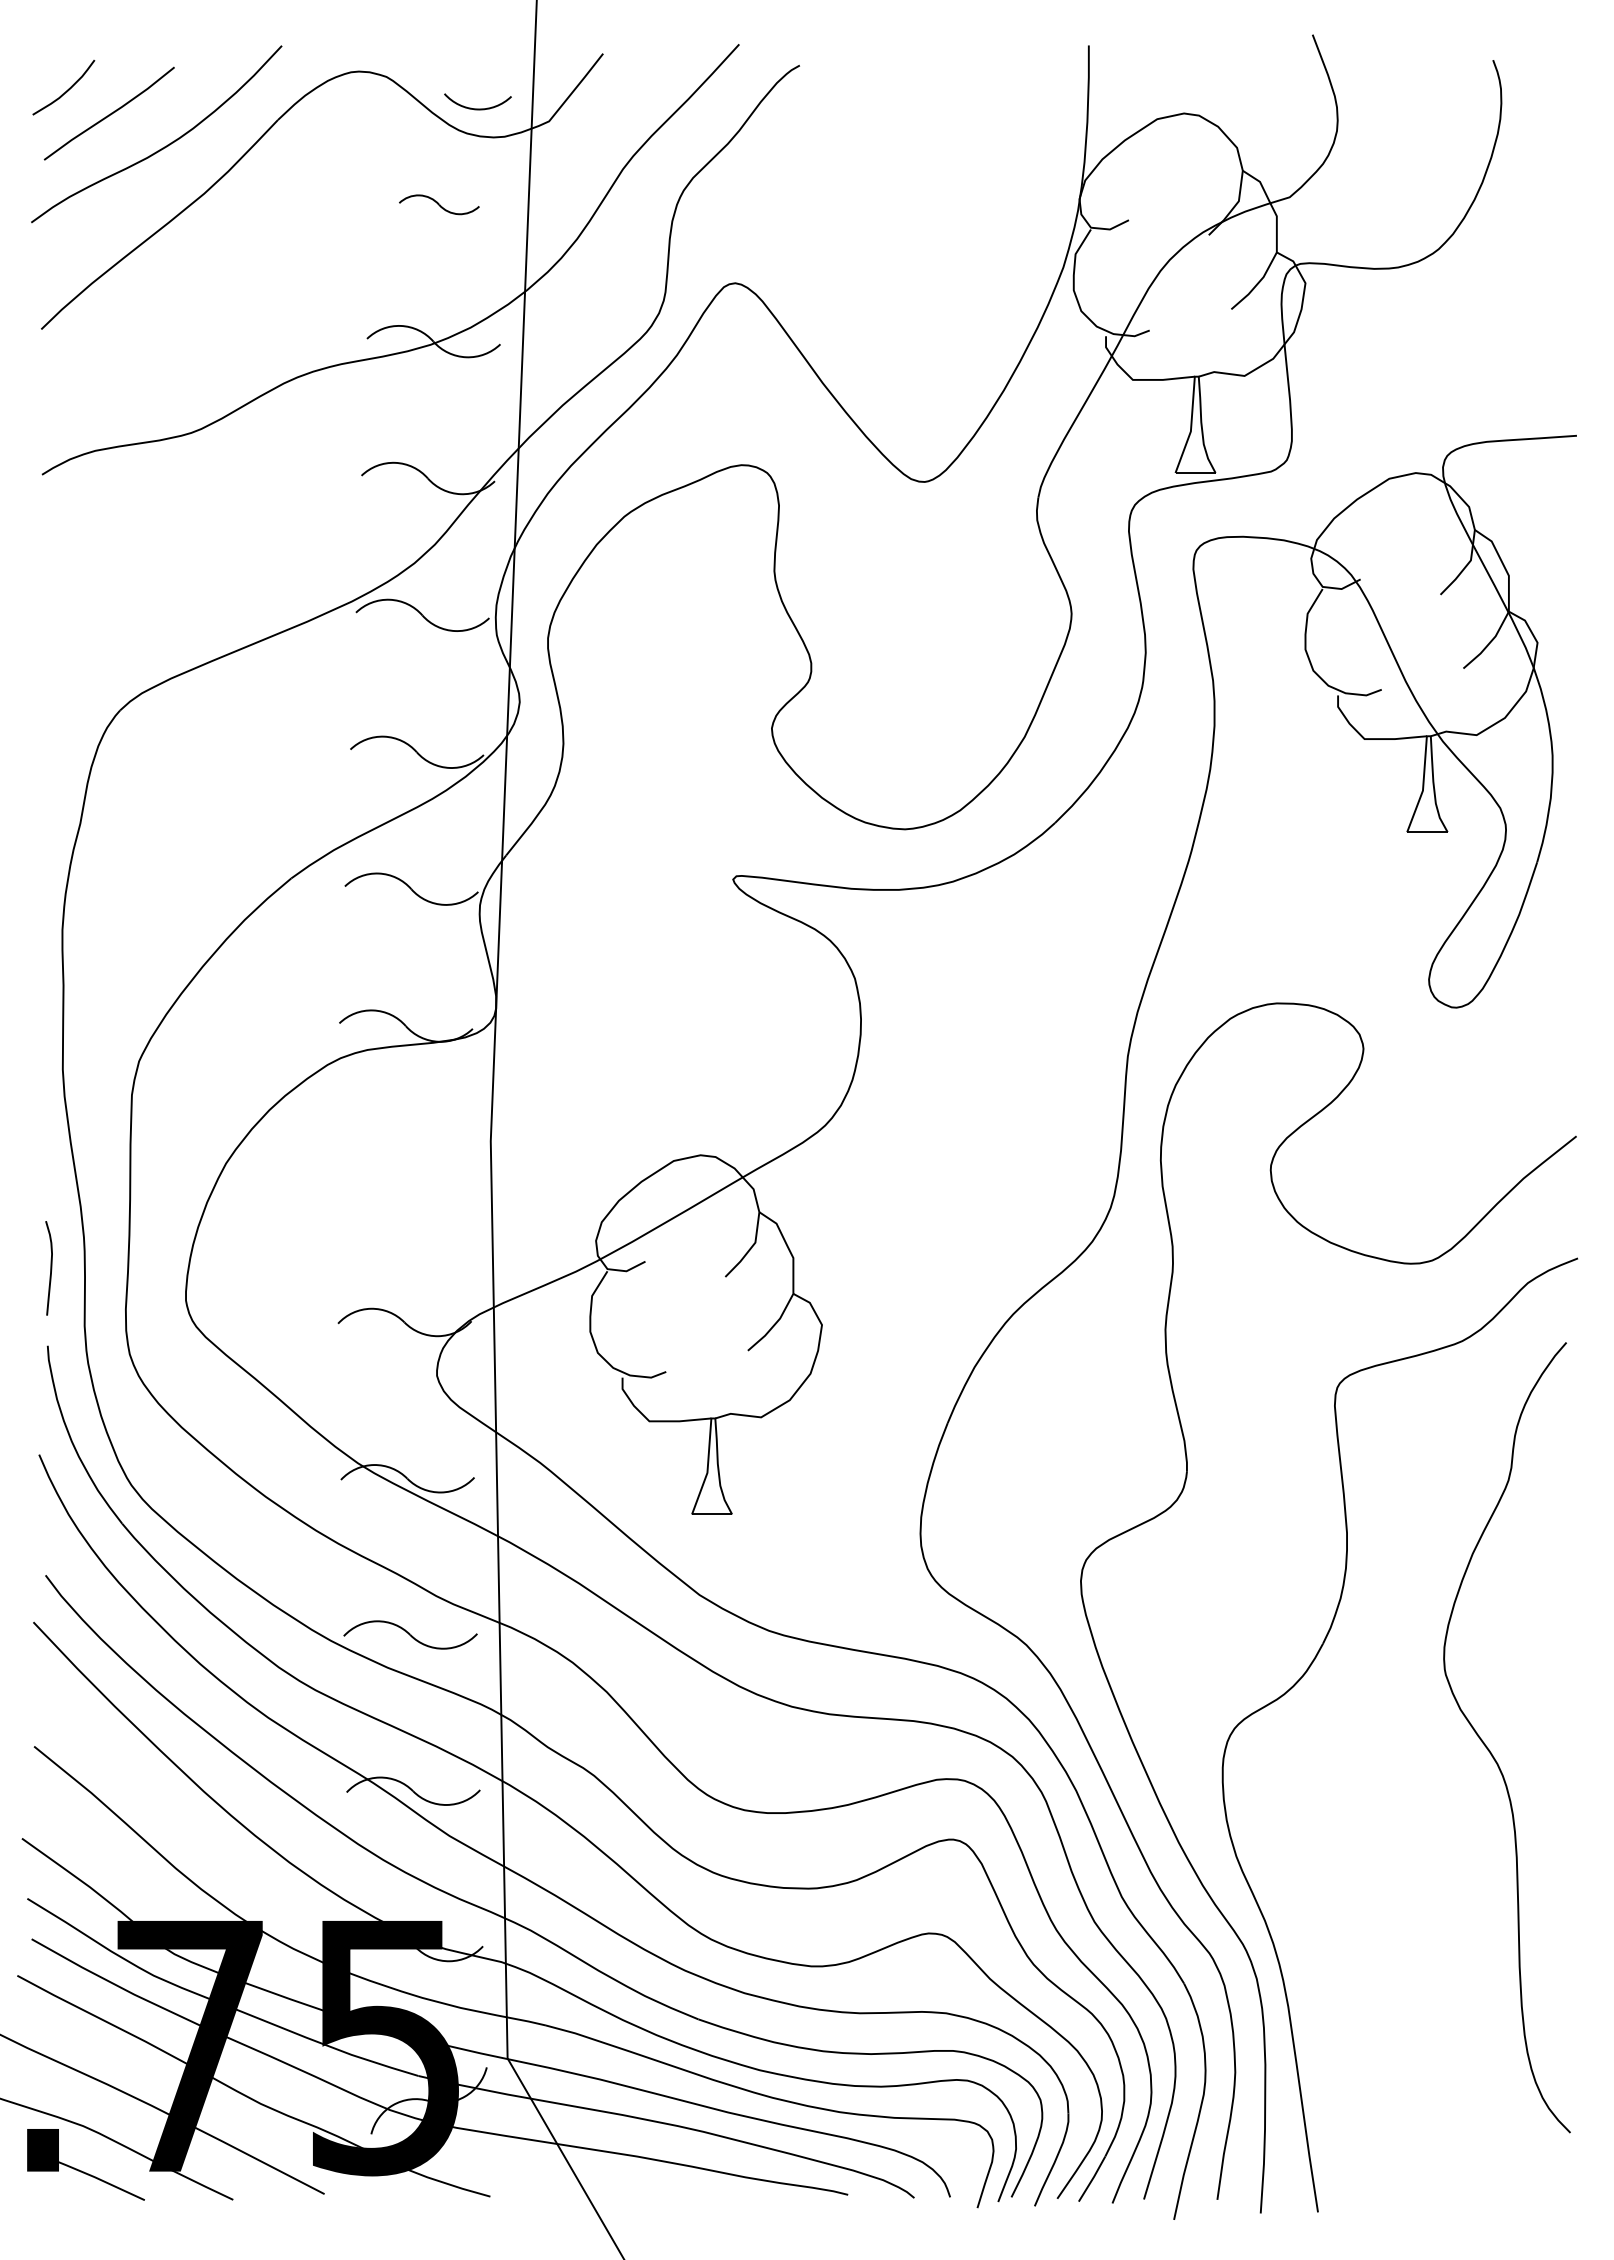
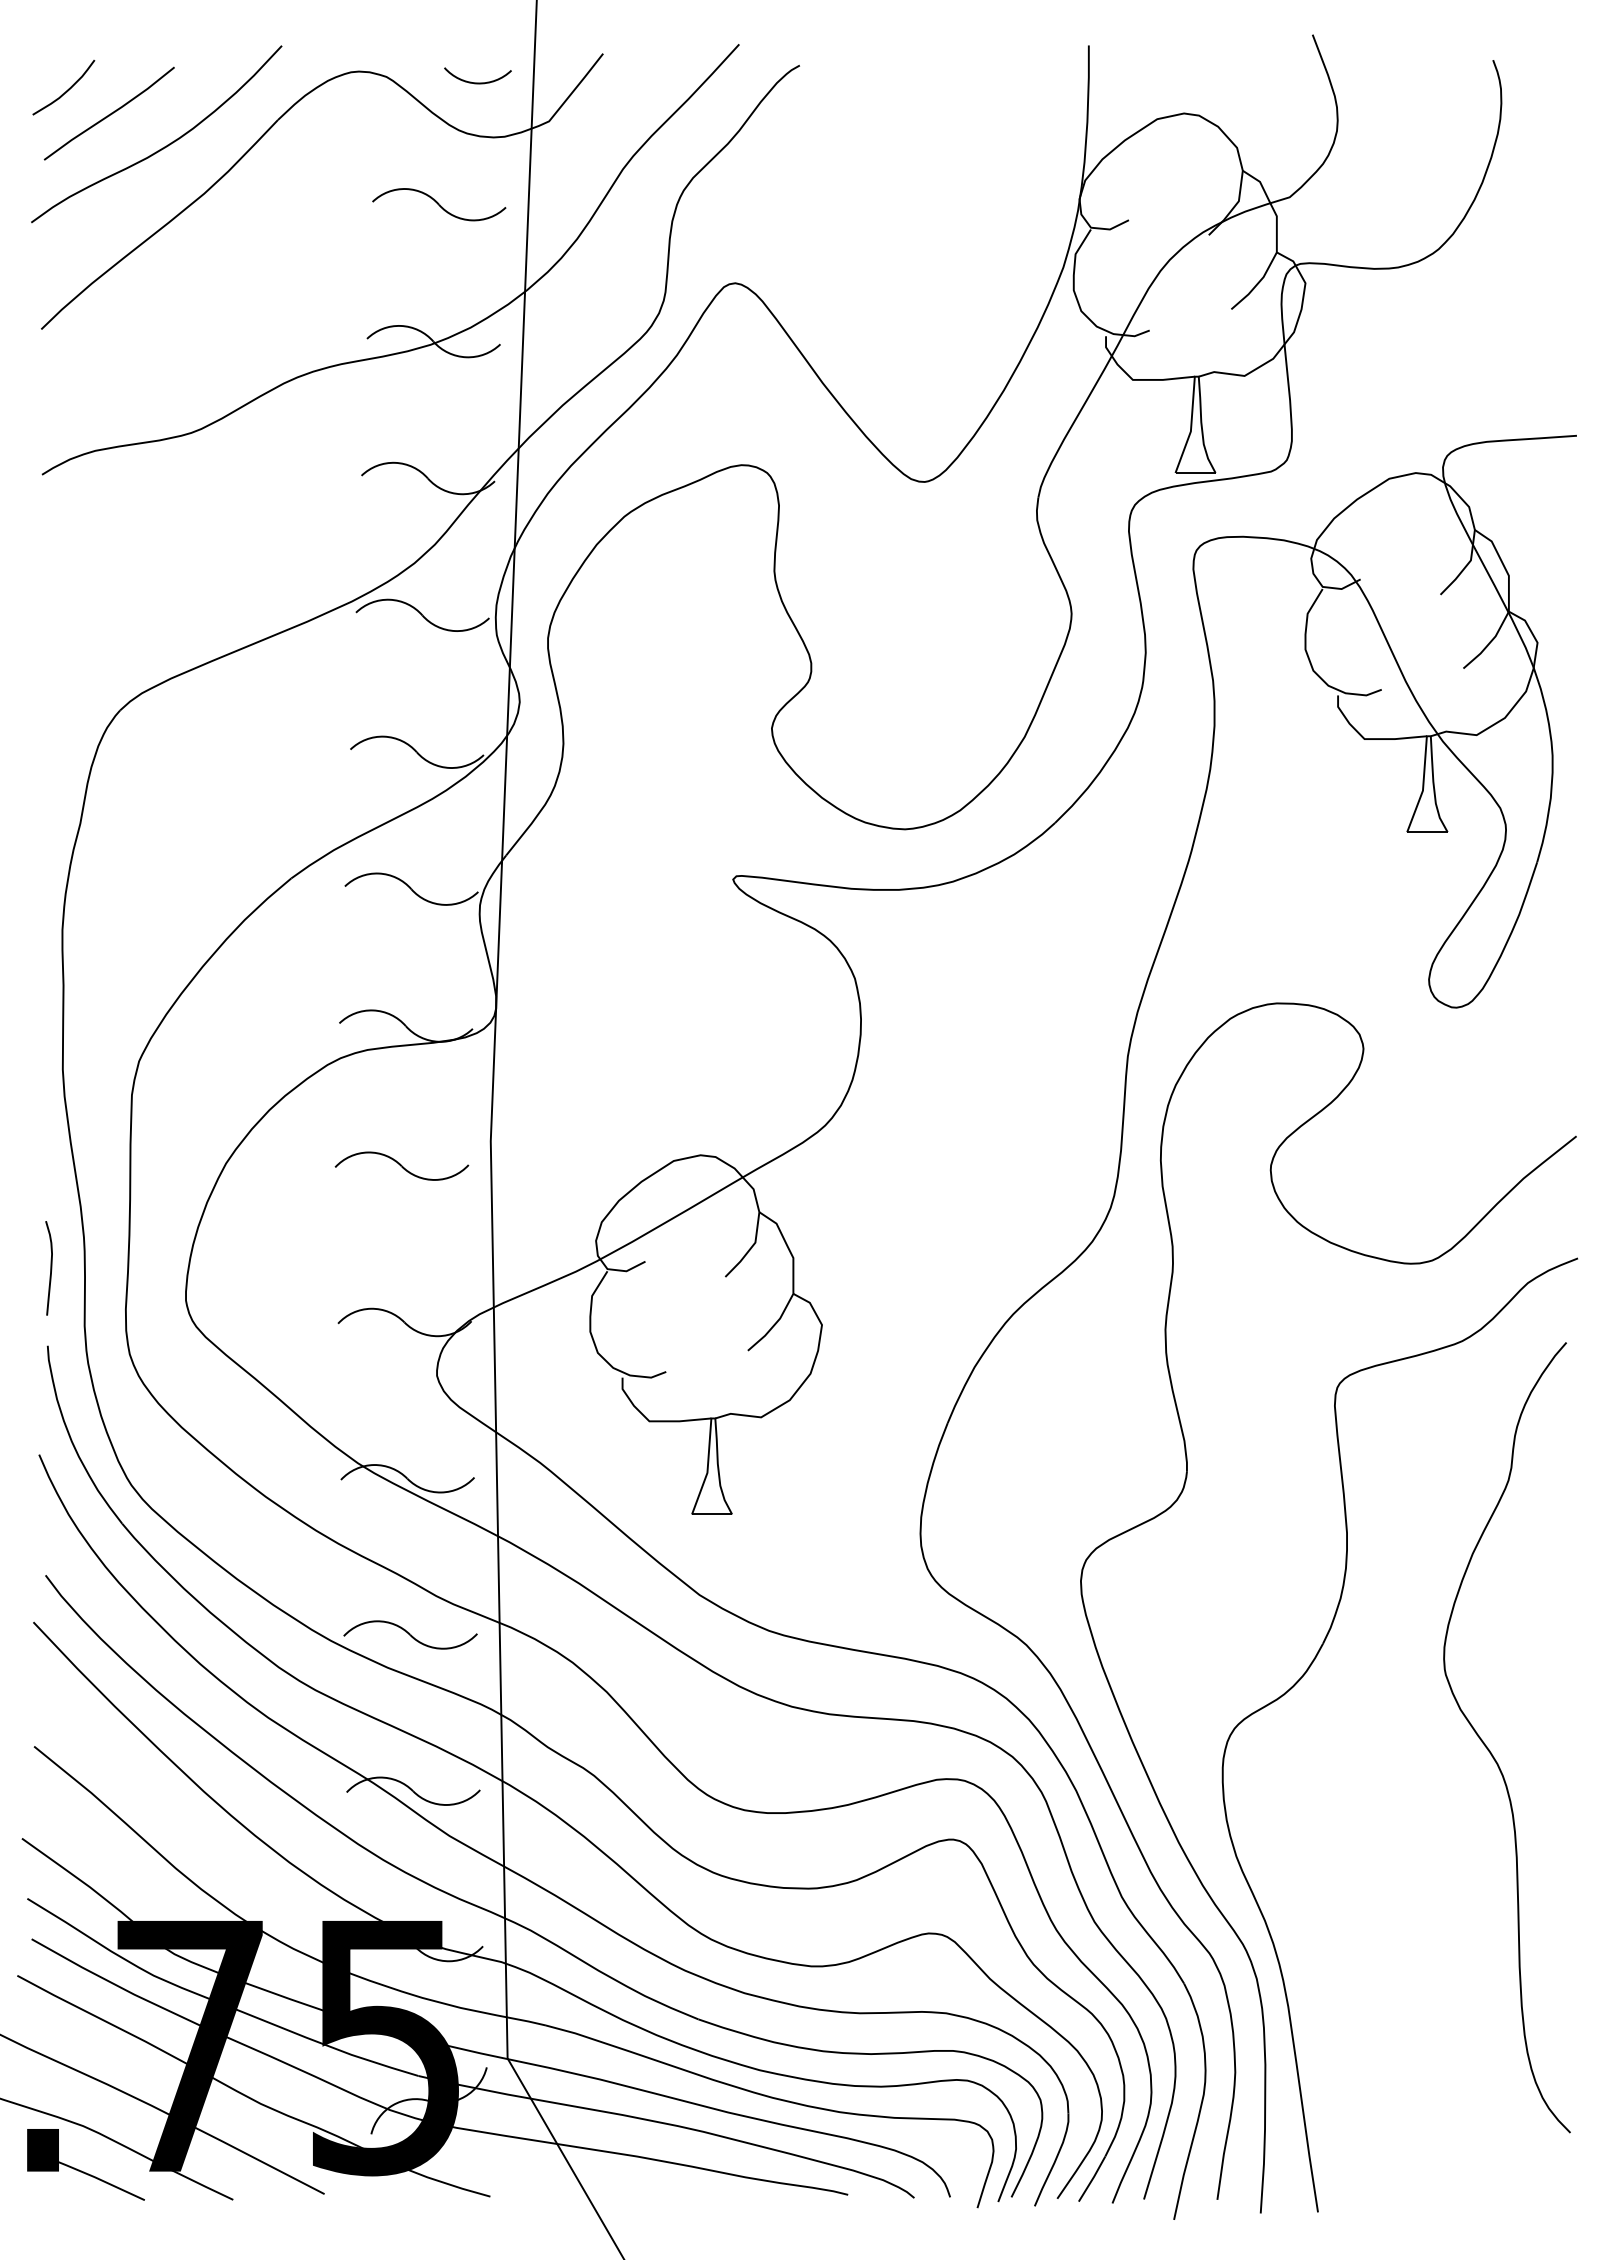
arc at (477, 108) position: (477, 108) -> (477, 82)
part at (439, 204) size: 81x22 px -> 135x34 px
part at (401, 1165): none -> present
